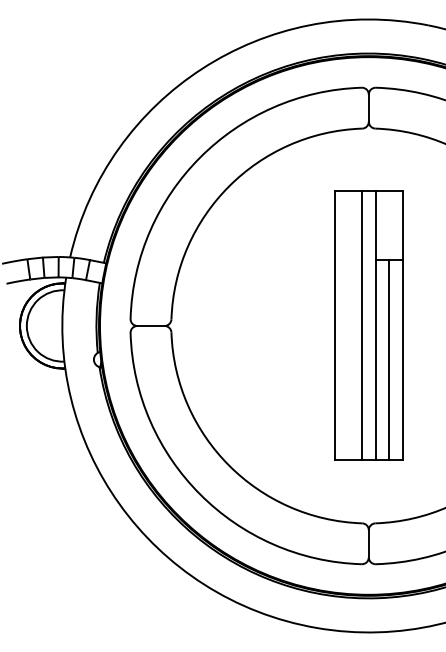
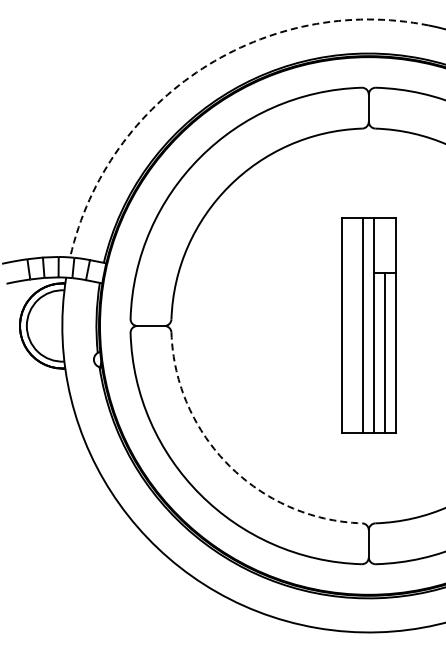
arc at (202, 68): solid -> dashed
part at (368, 325) size: 70x271 px -> 56x217 px
arc at (229, 465): solid -> dashed
